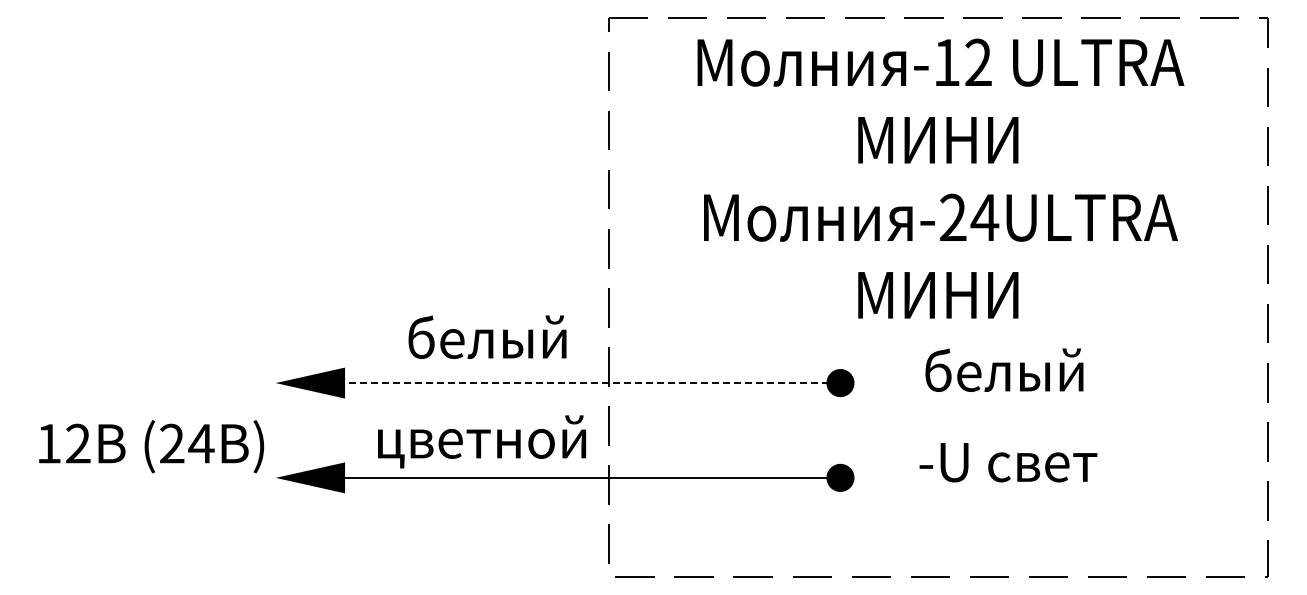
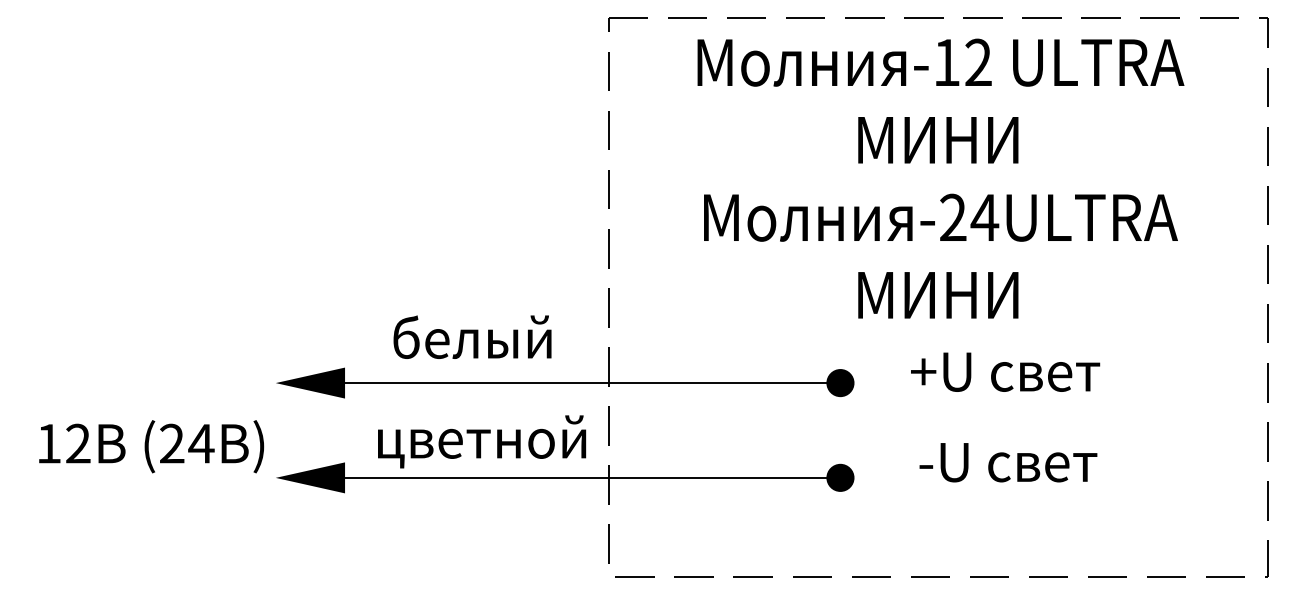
text at (487, 336) position: (487, 336) -> (472, 336)
text at (1005, 369): белый -> +U свет
line at (592, 383): dashed -> solid
